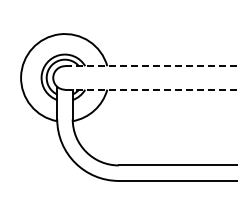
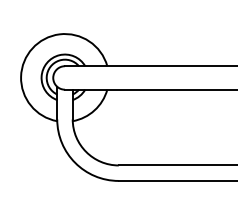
line at (151, 66): dashed -> solid
line at (151, 89): dashed -> solid
